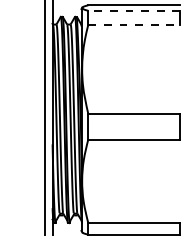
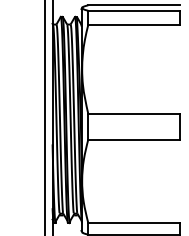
line at (134, 10): dashed -> solid
line at (134, 24): dashed -> solid
